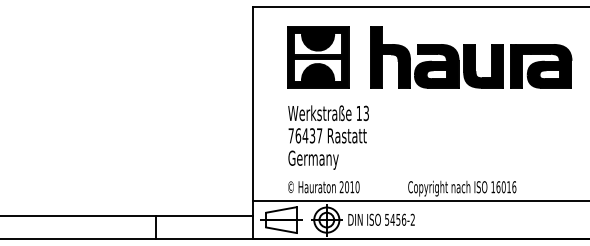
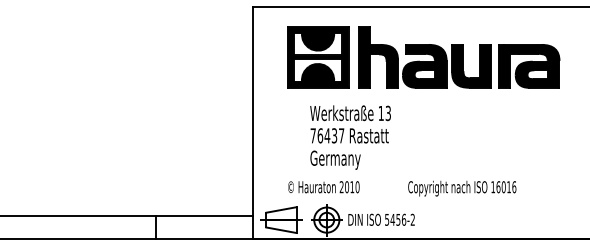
part at (471, 57) position: (471, 57) -> (459, 57)
text at (328, 137) position: (328, 137) -> (350, 137)
line at (419, 201): present -> none
